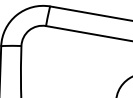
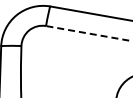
line at (89, 33): solid -> dashed
